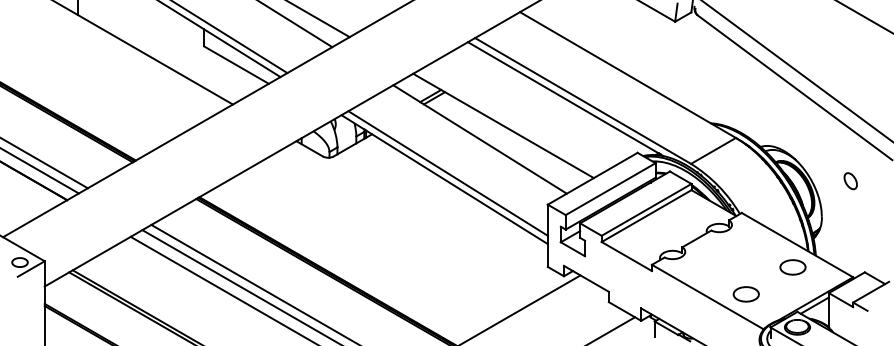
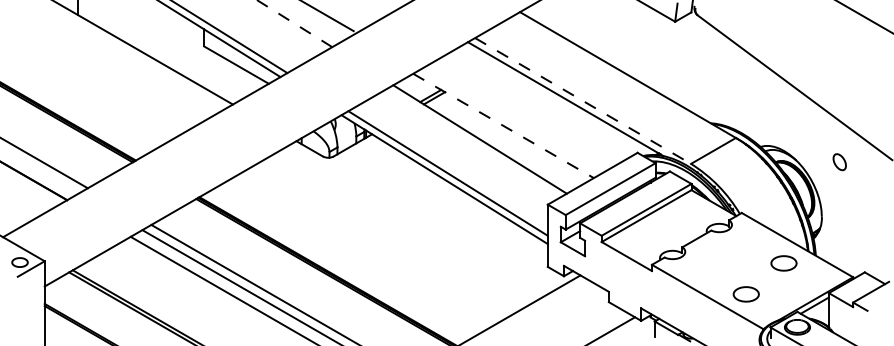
line at (319, 19) position: (319, 19) -> (328, 16)
line at (294, 23): solid -> dashed
line at (797, 71): present -> none
line at (583, 100): solid -> dashed
line at (503, 126): solid -> dashed
line at (40, 171): present -> none
part at (850, 181) position: (850, 181) -> (839, 162)
part at (792, 267) position: (792, 267) -> (783, 263)
